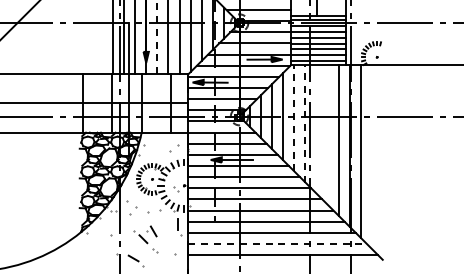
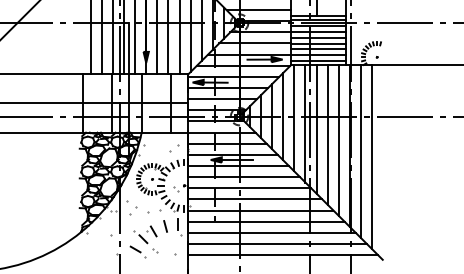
line at (157, 37): dashed -> solid
line at (90, 38): none -> present
line at (101, 38): none -> present
line at (294, 118): dashed -> solid
line at (305, 124): dashed -> solid
line at (316, 129): none -> present
line at (327, 134): none -> present
line at (372, 157): none -> present
line at (165, 226): none -> present
line at (278, 243): dashed -> solid
part at (135, 260) position: (135, 260) -> (137, 251)
